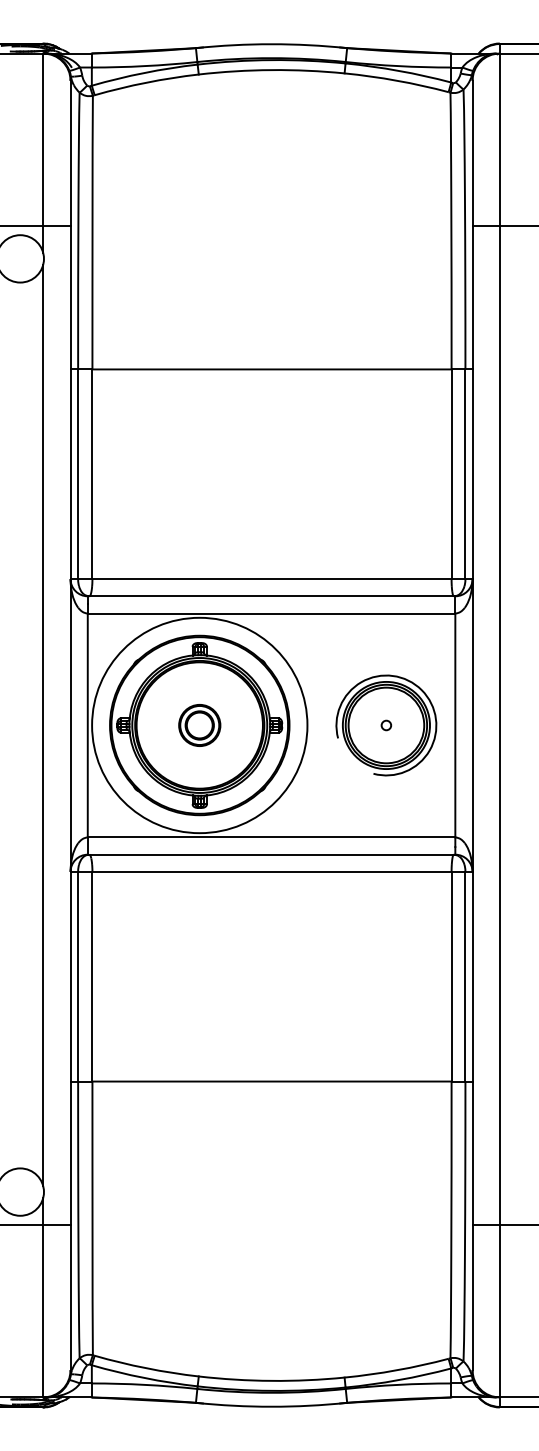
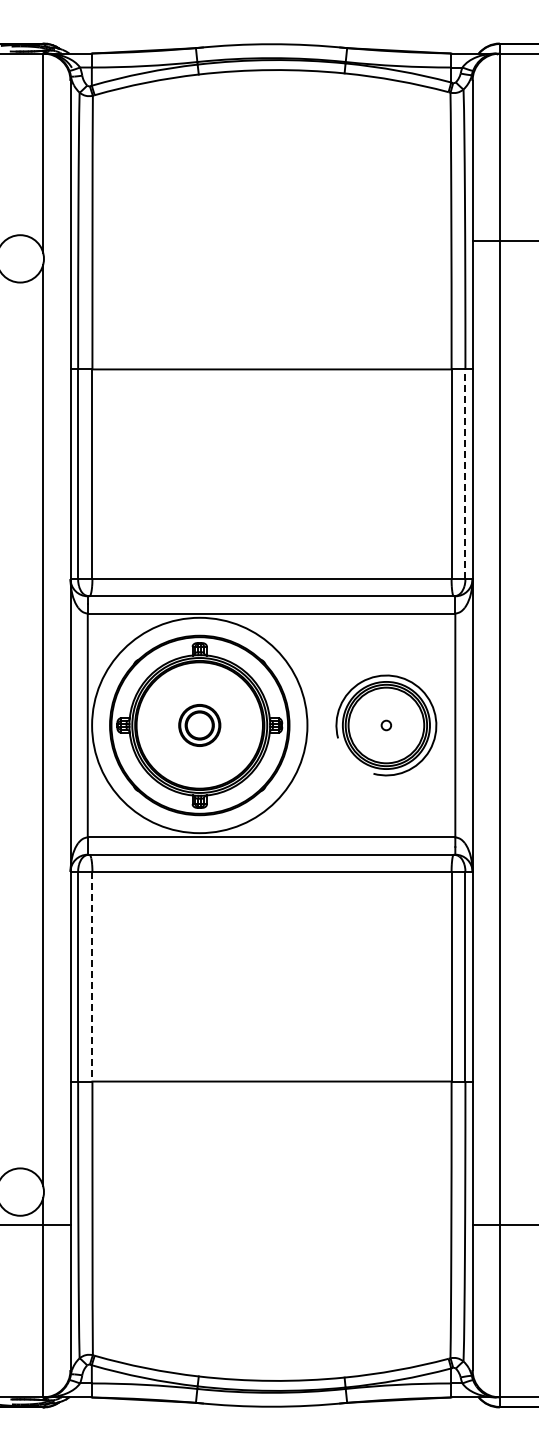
line at (36, 225): present -> none
line at (503, 225) position: (503, 225) -> (503, 240)
line at (465, 474): solid -> dashed
line at (92, 976): solid -> dashed
